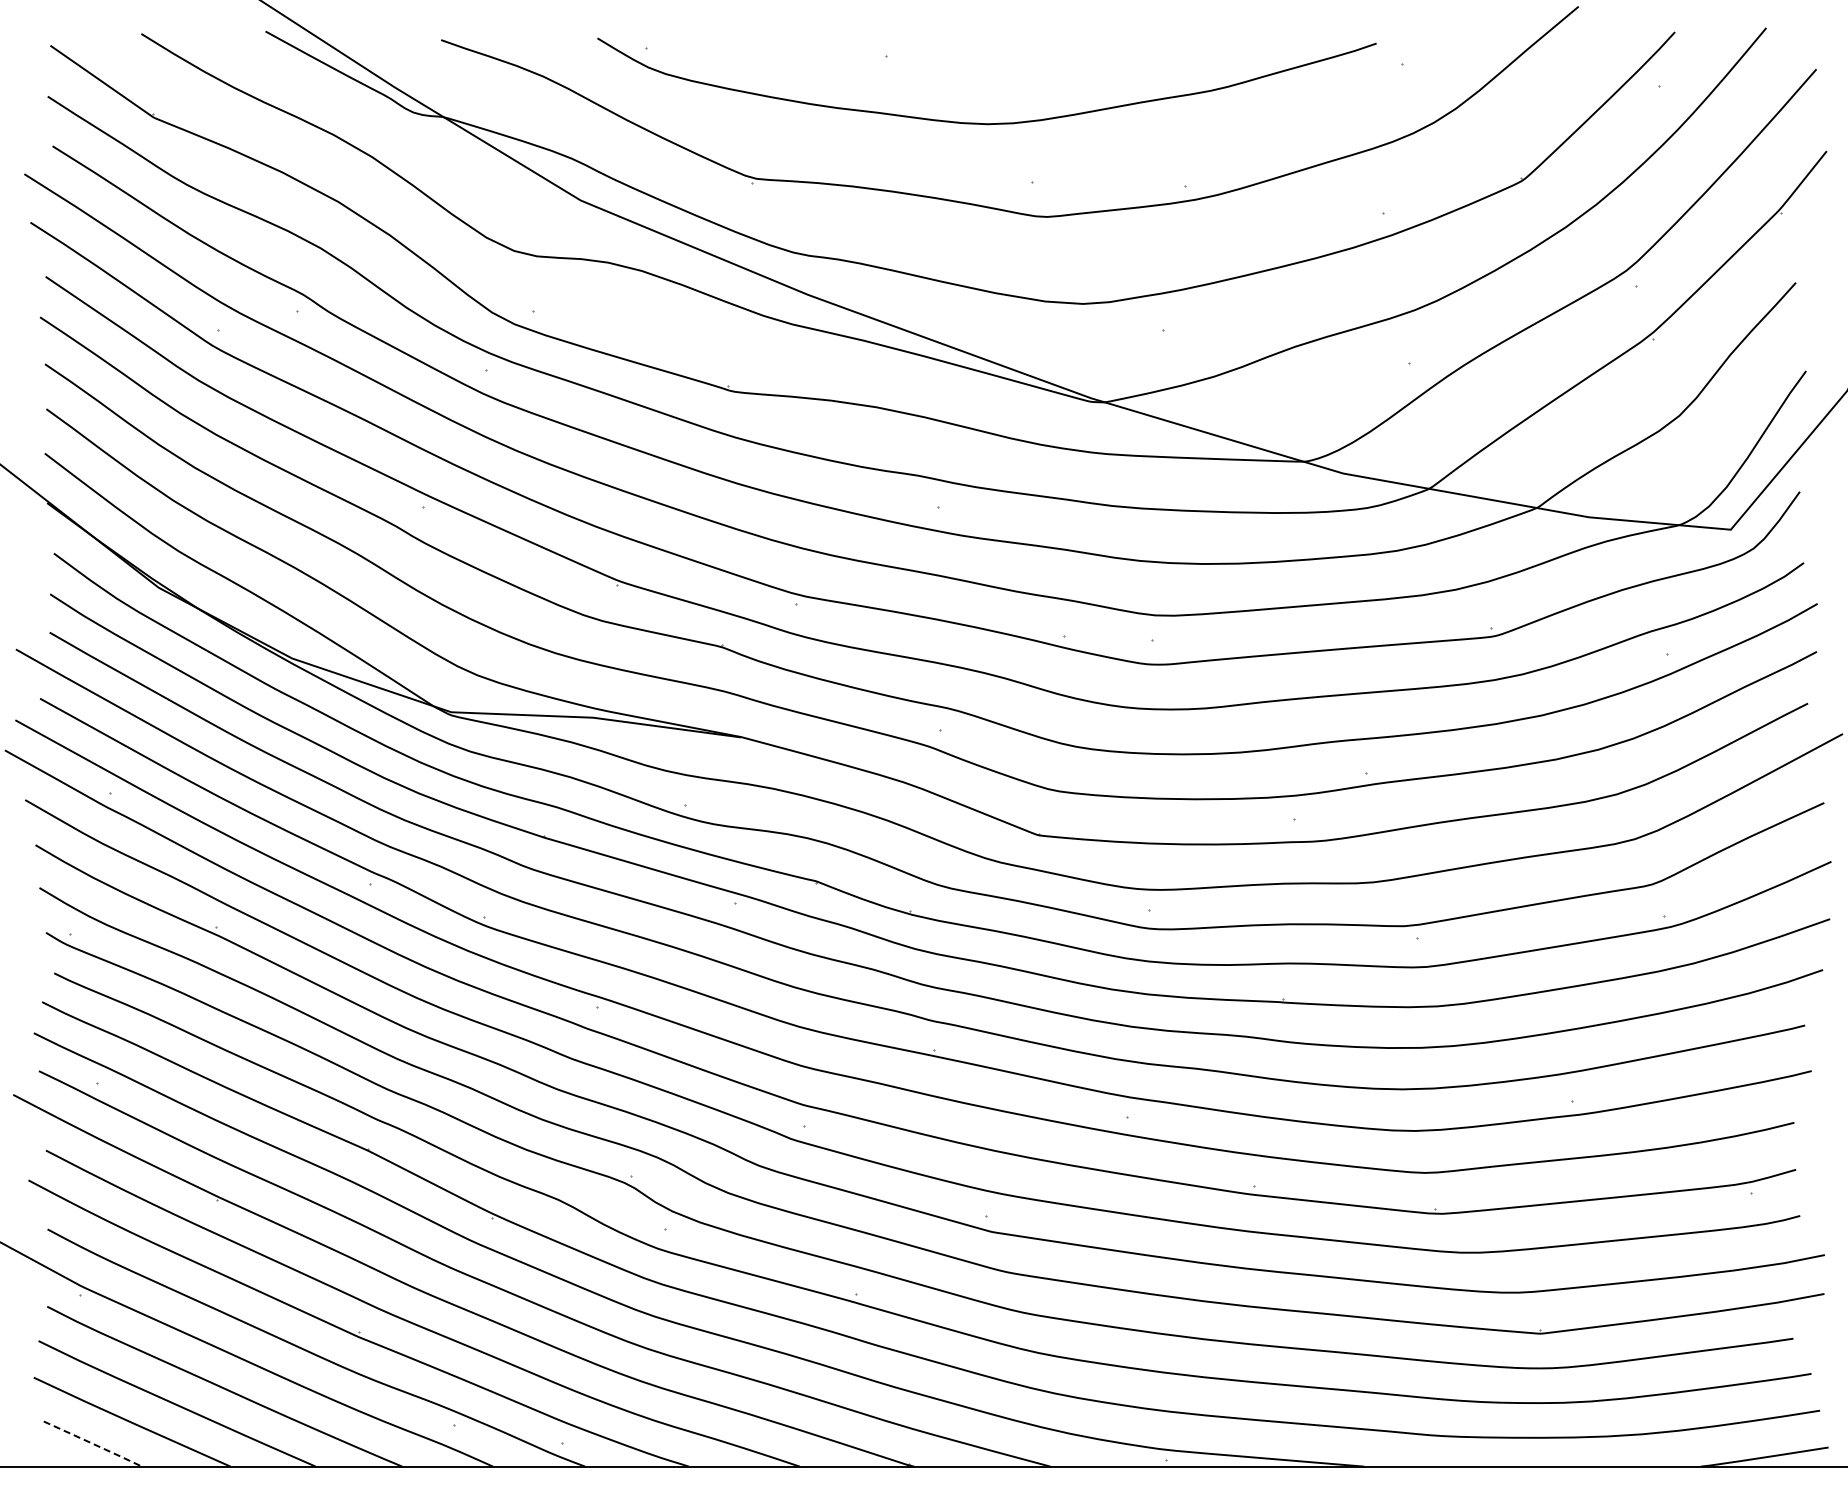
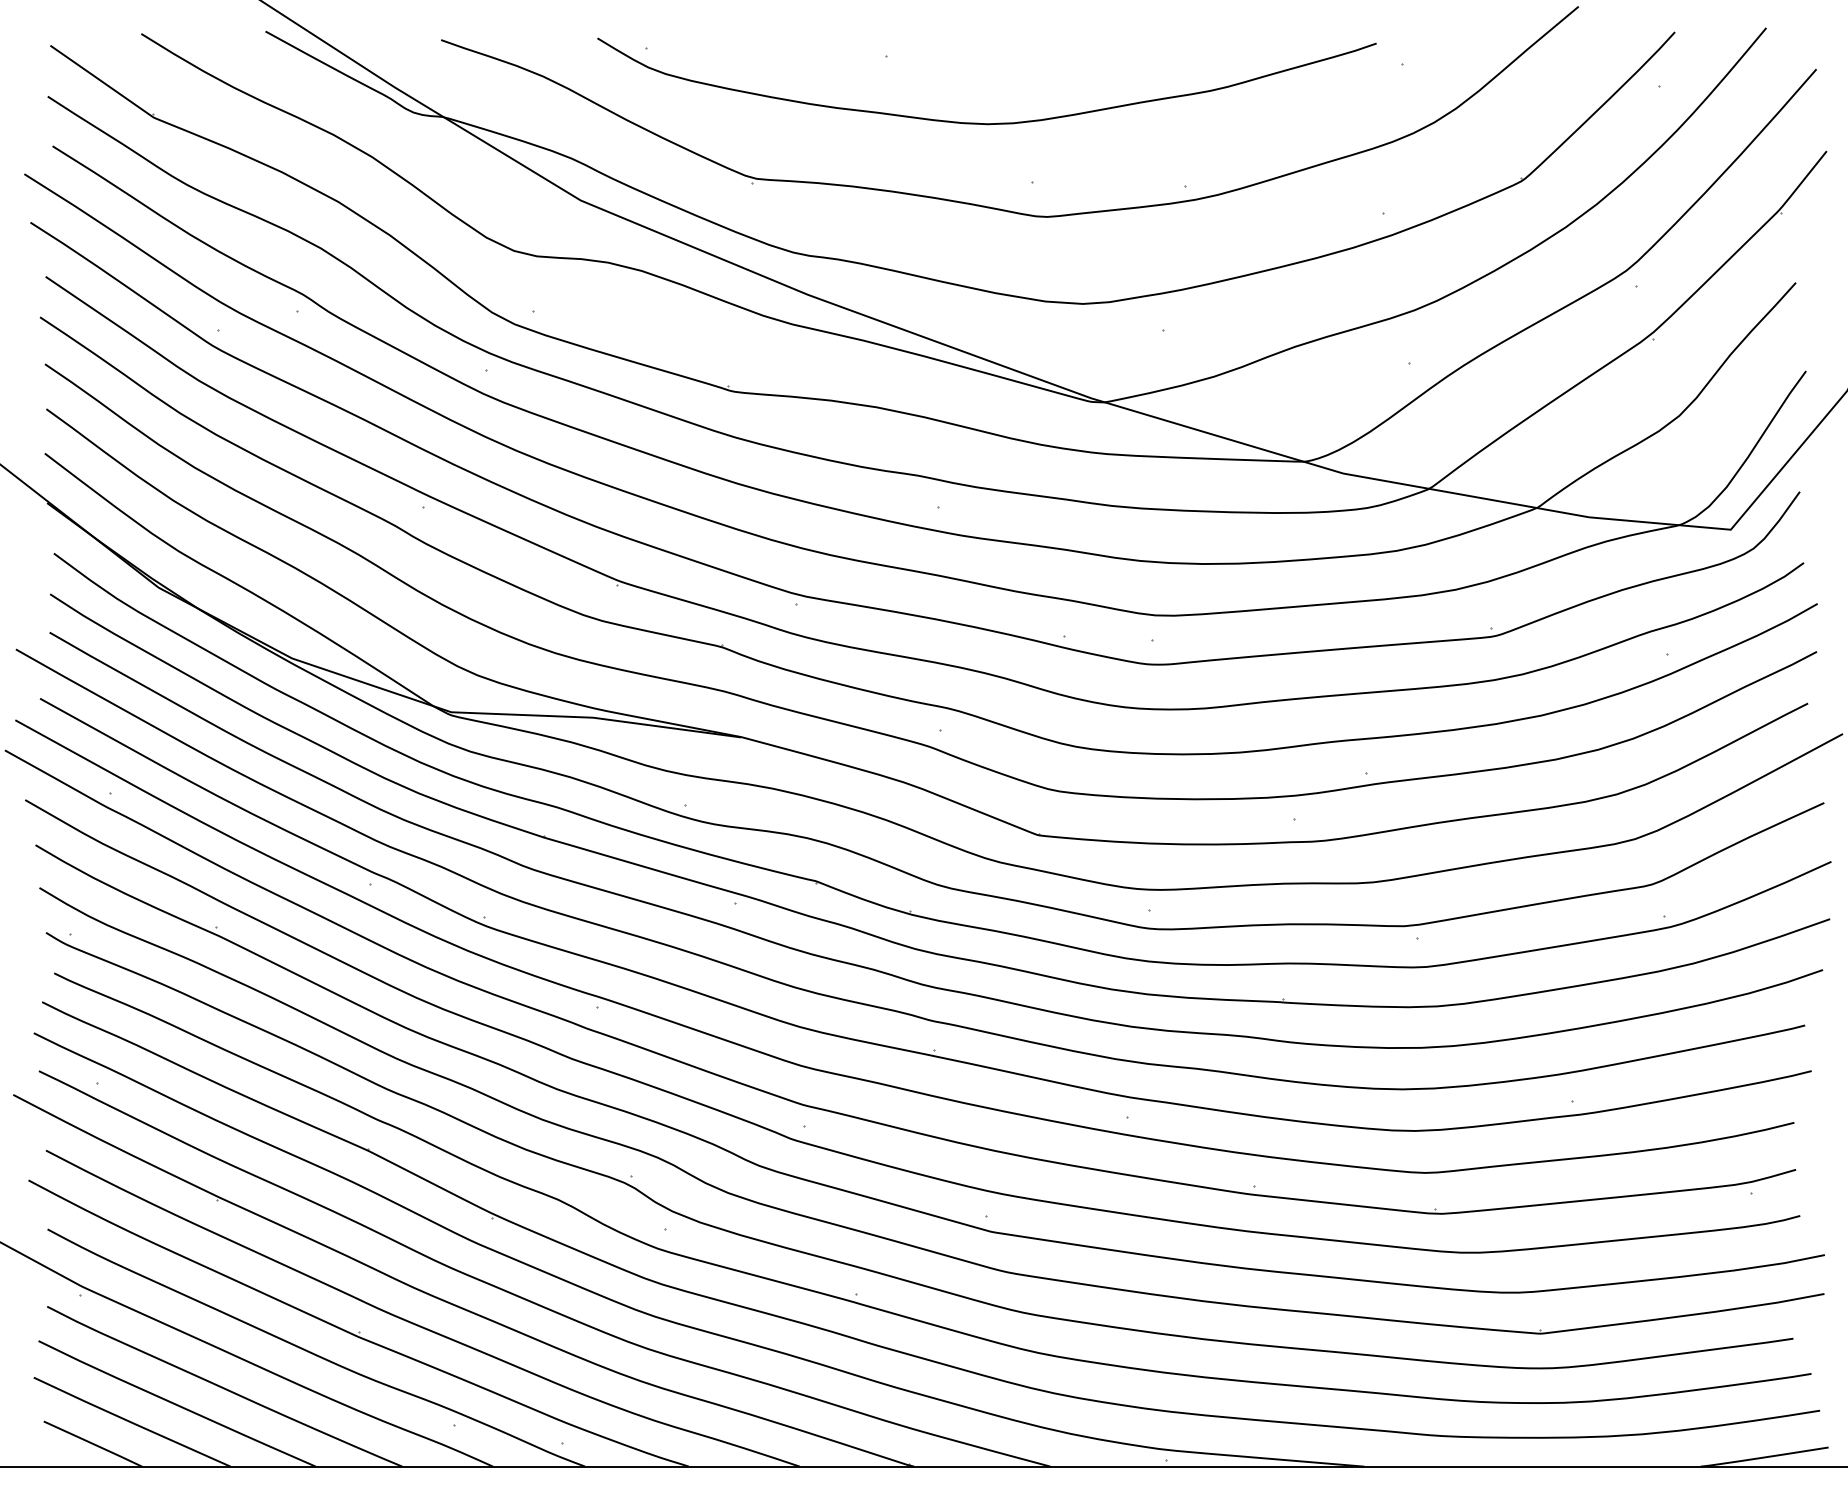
line at (93, 1444): dashed -> solid
